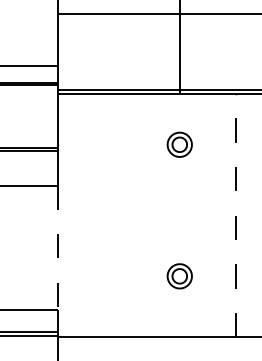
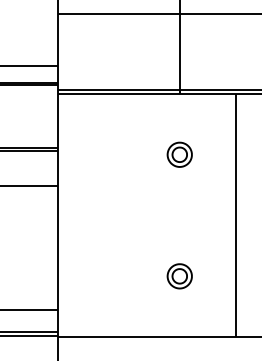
part at (179, 144) position: (179, 144) -> (179, 154)
line at (235, 215): dashed -> solid
line at (58, 248): dashed -> solid
